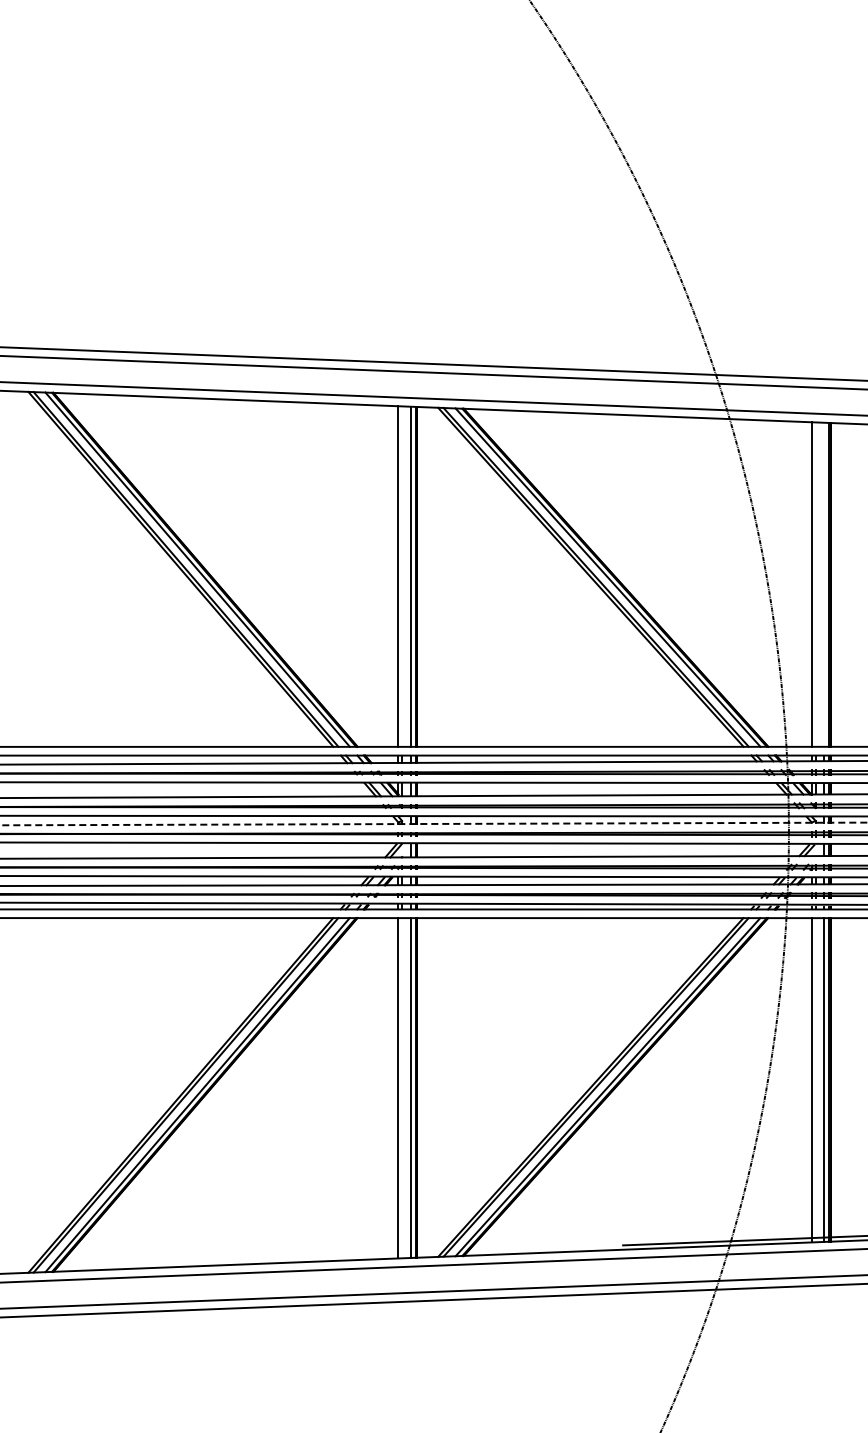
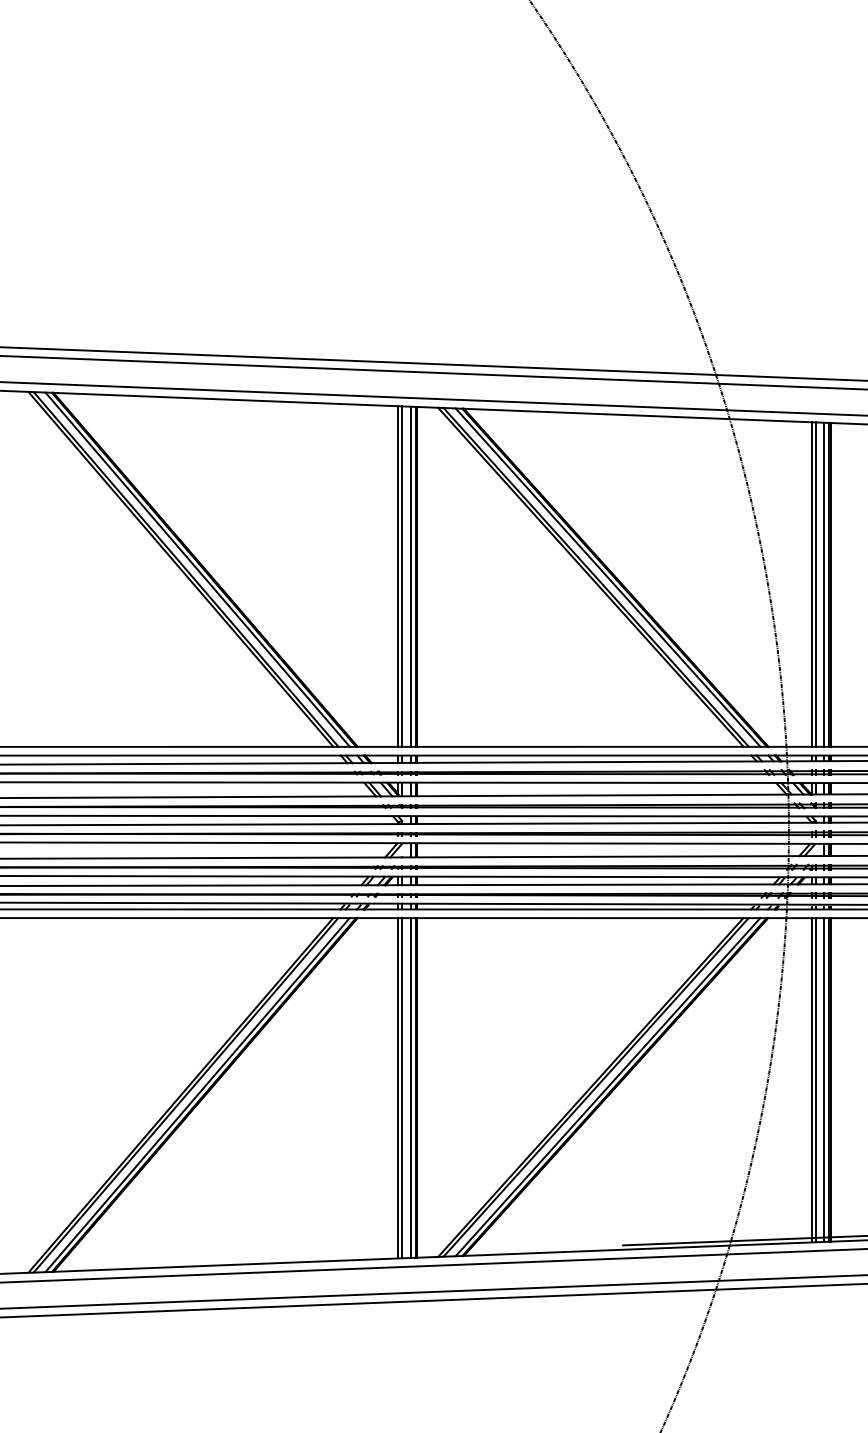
line at (402, 576): none -> present
line at (815, 584): none -> present
line at (824, 584): none -> present
line at (433, 823): dashed -> solid
line at (815, 1080): none -> present
line at (402, 1088): none -> present
